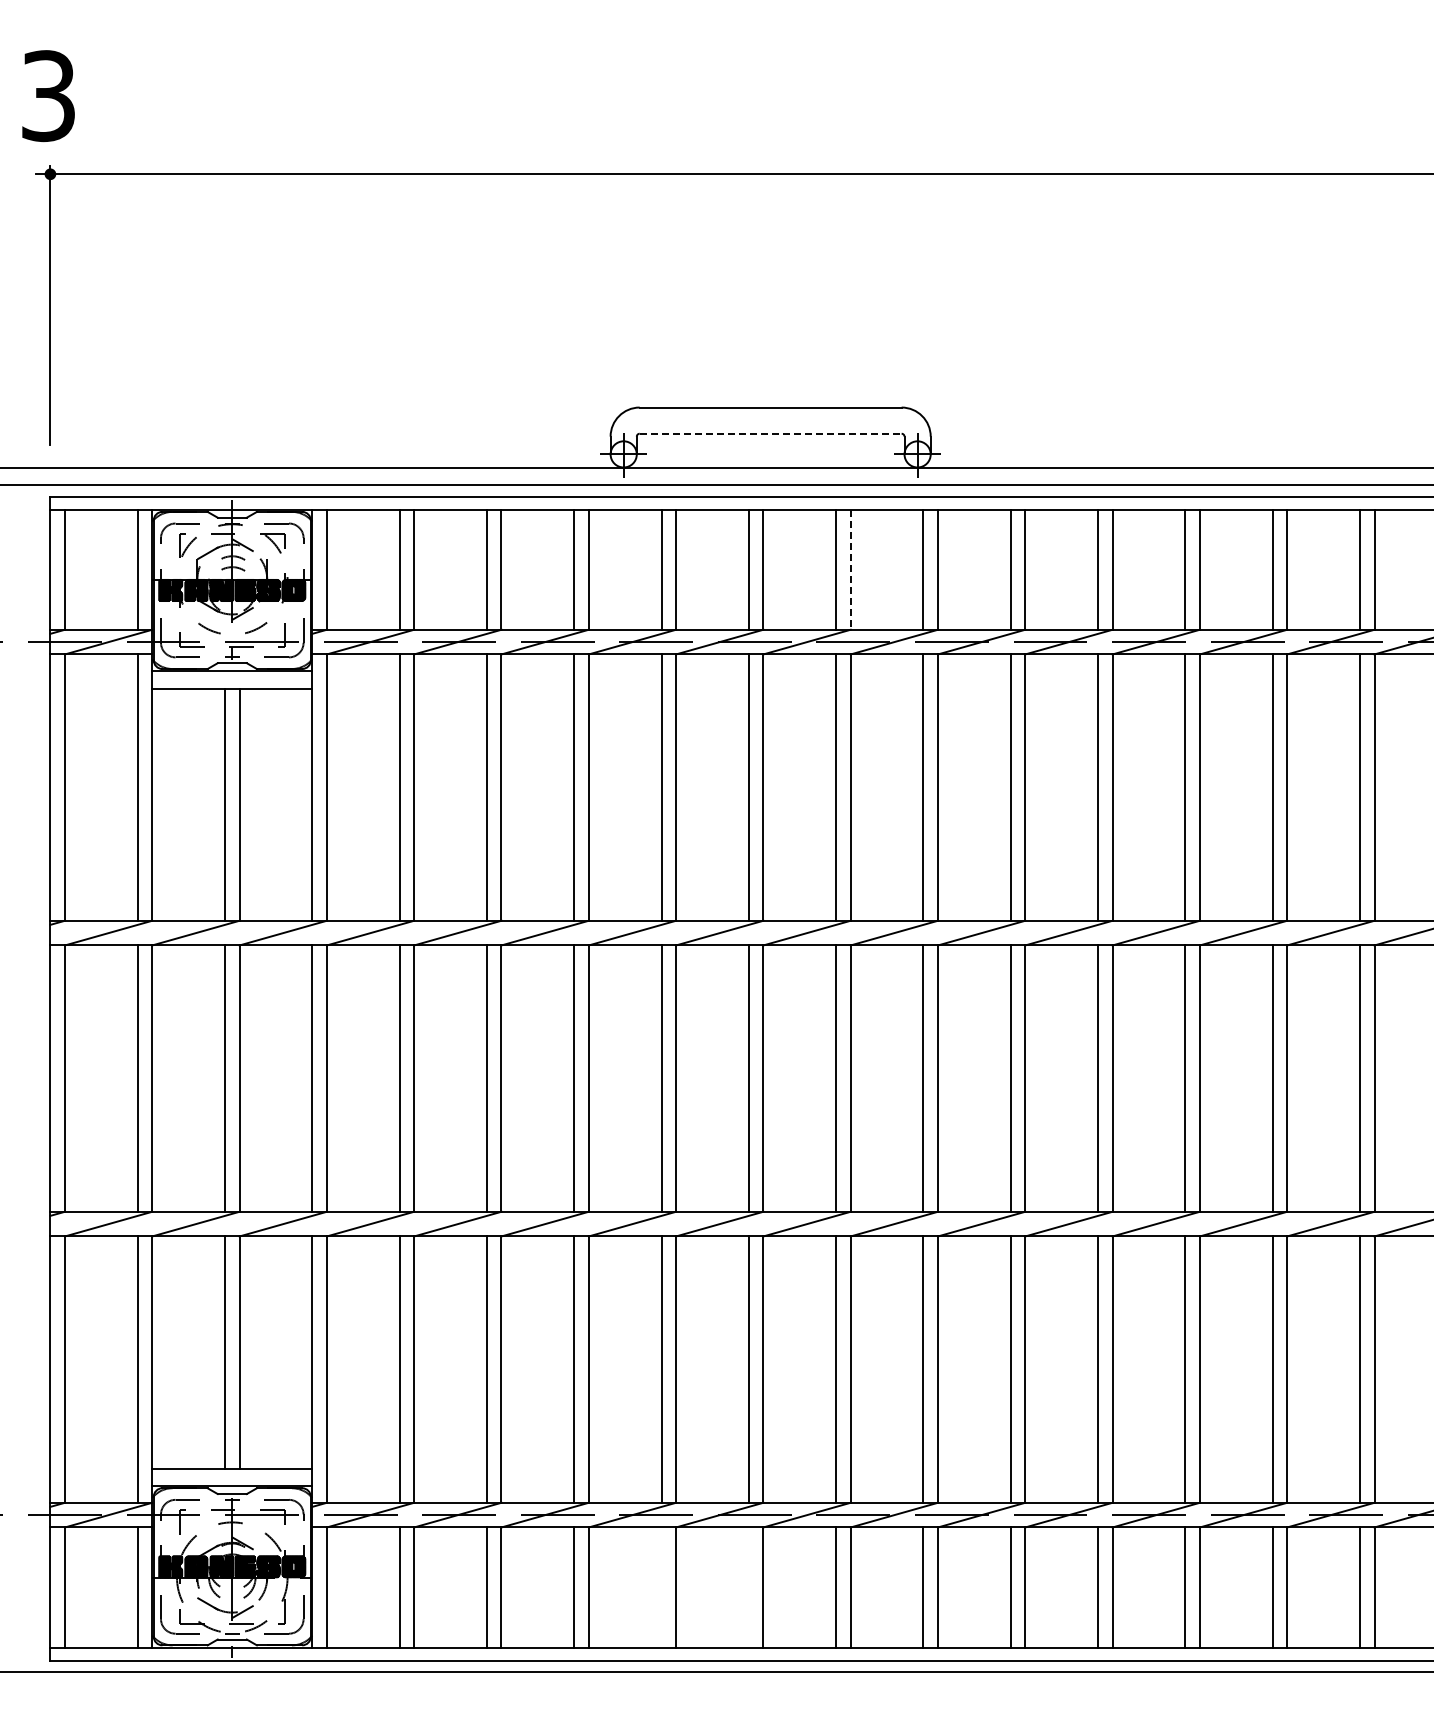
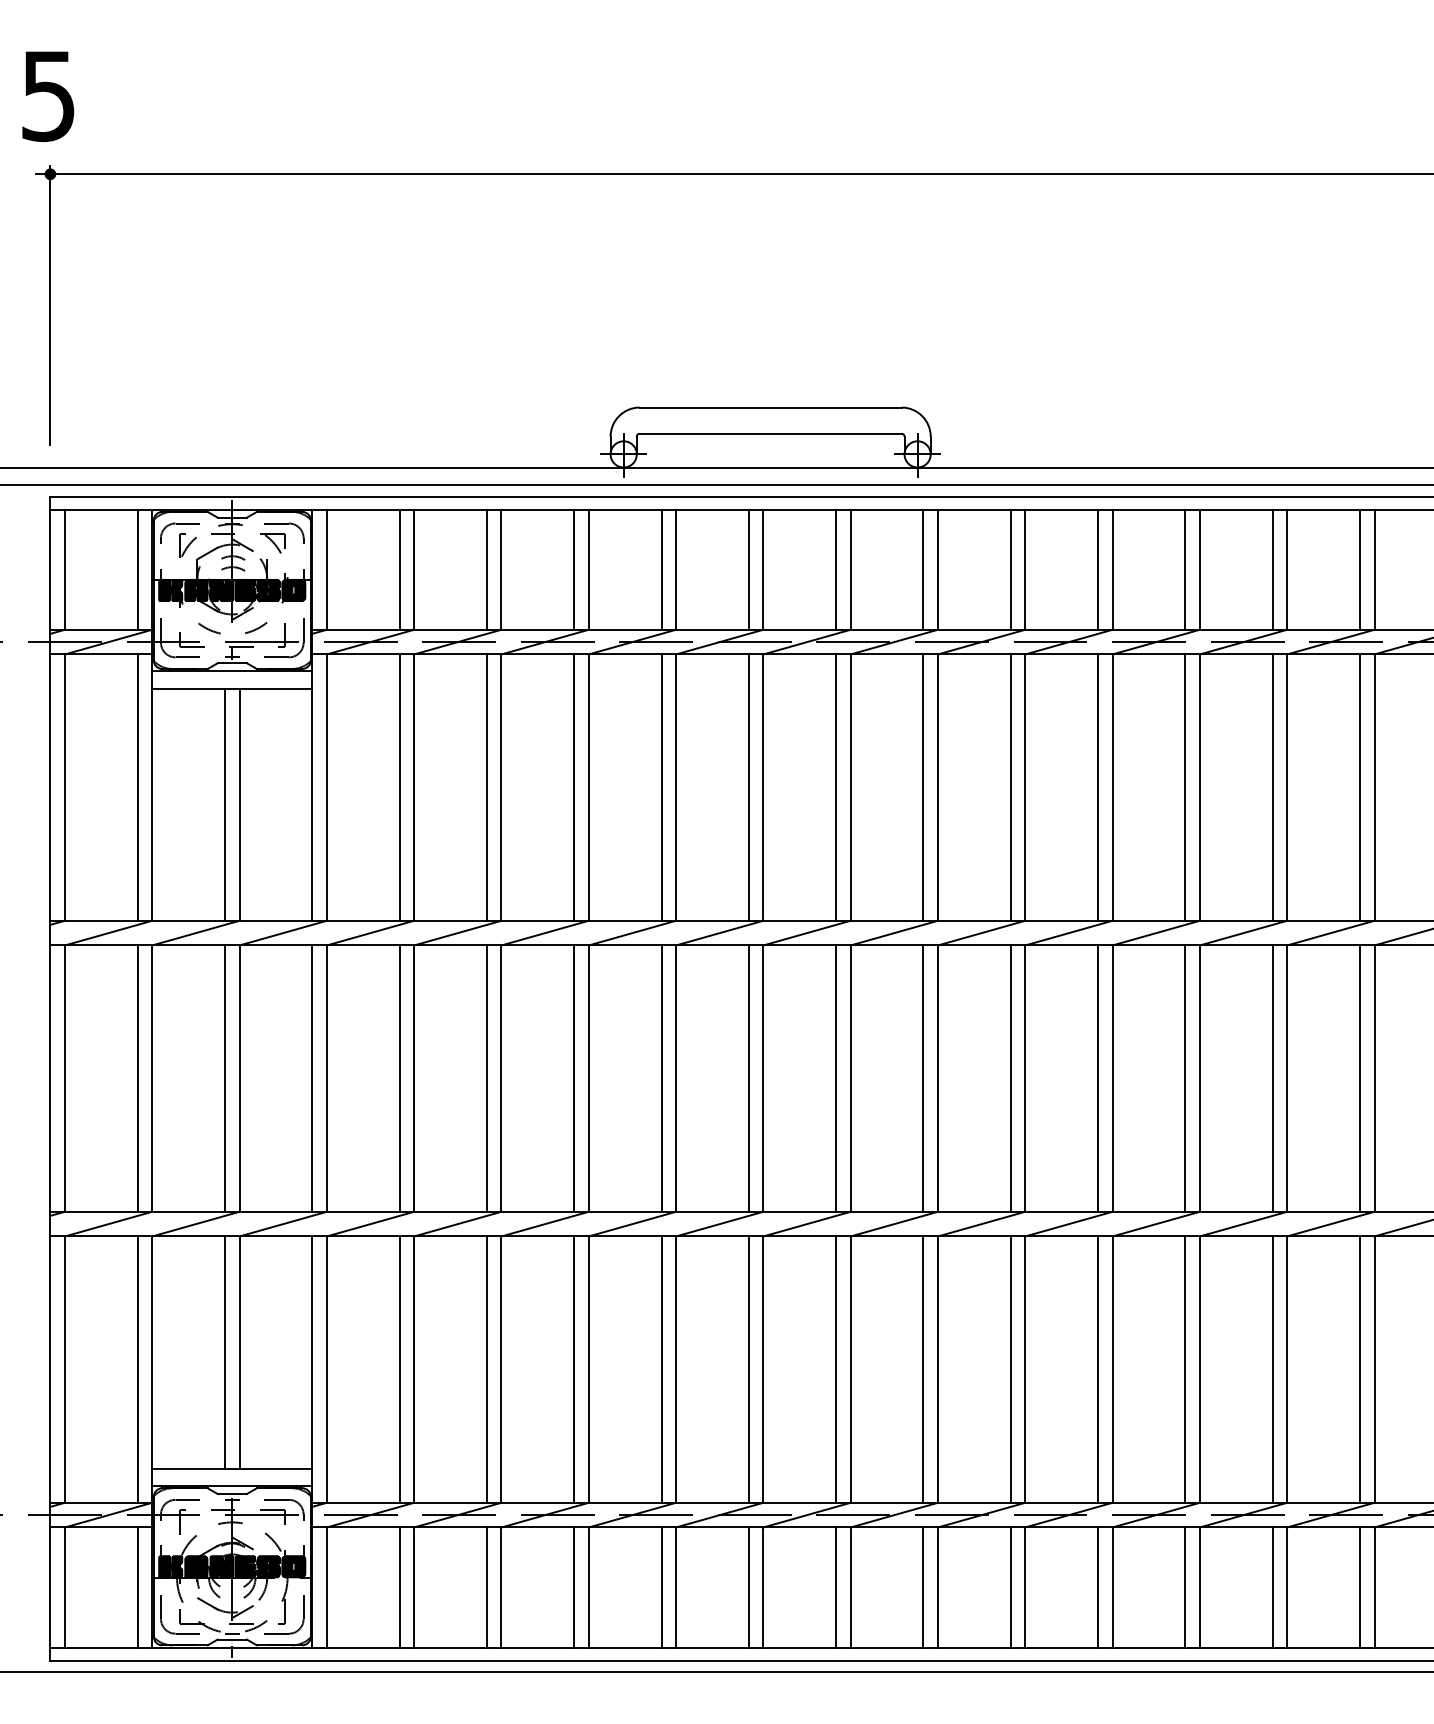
text at (48, 95): 3 -> 5
line at (770, 433): dashed -> solid
line at (850, 570): dashed -> solid
line at (661, 1587): none -> present
line at (748, 1587): none -> present
